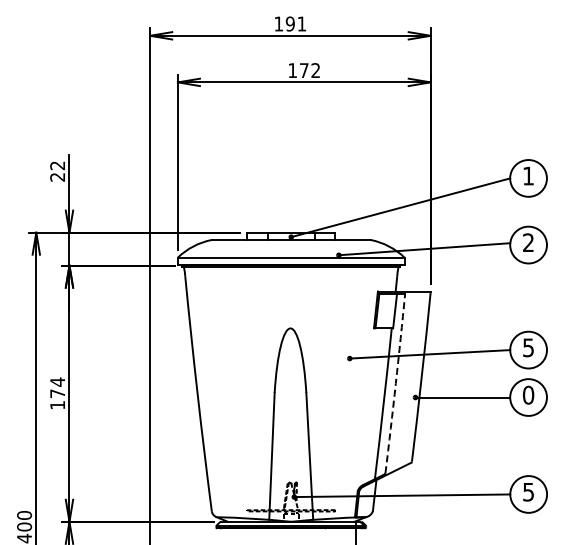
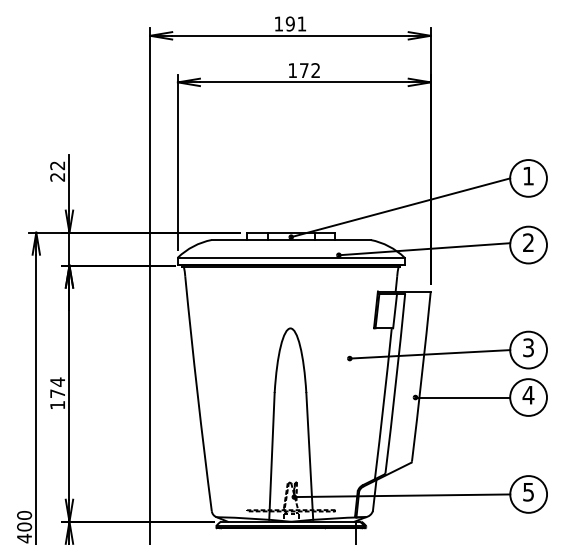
text at (528, 347): 5 -> 3
arc at (395, 383): dashed -> solid
text at (528, 394): 0 -> 4
